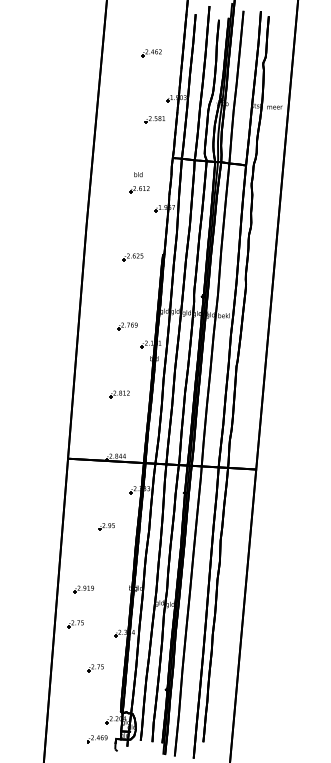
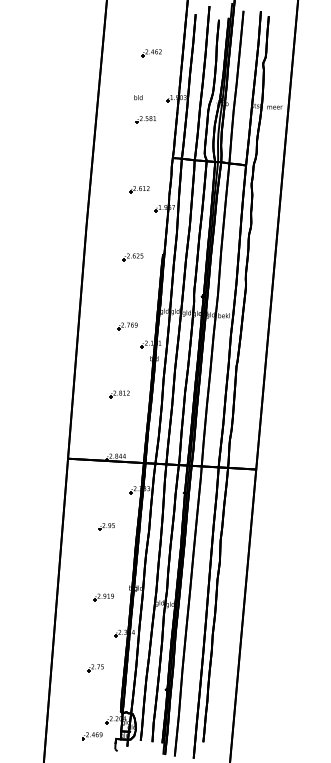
part at (154, 119) position: (154, 119) -> (145, 119)
text at (138, 174) position: (138, 174) -> (138, 97)
part at (83, 589) position: (83, 589) -> (103, 597)
part at (75, 624): present -> none
part at (97, 739) position: (97, 739) -> (92, 736)
